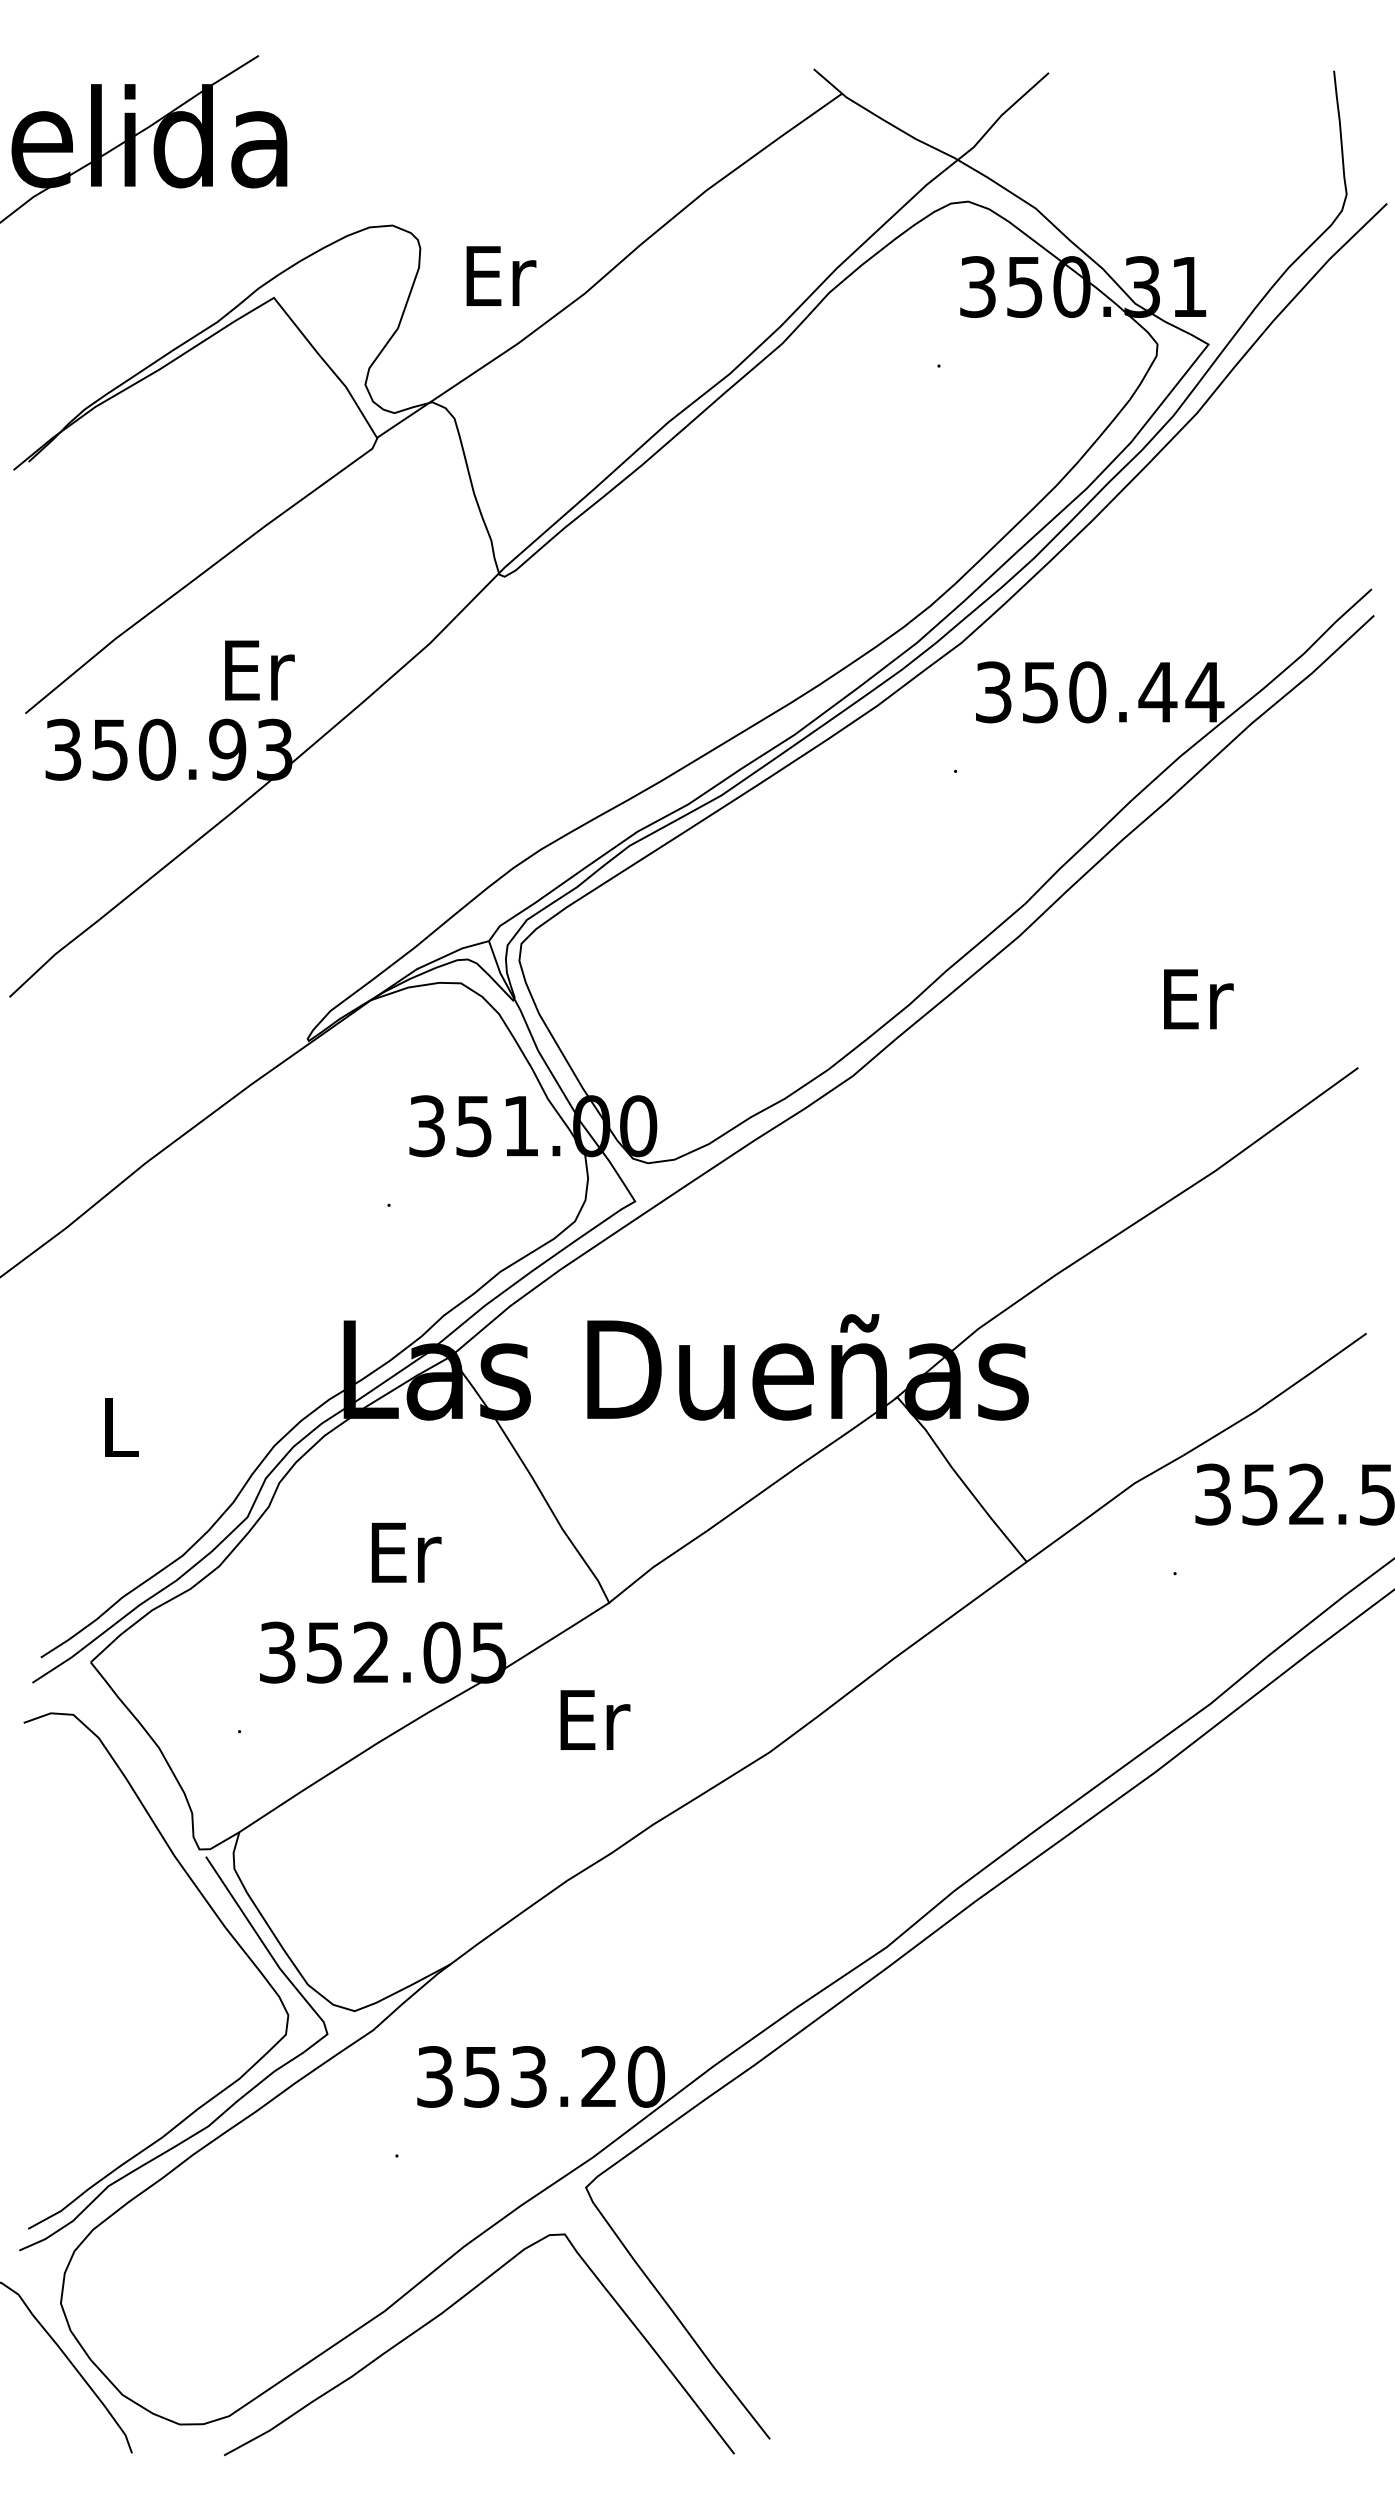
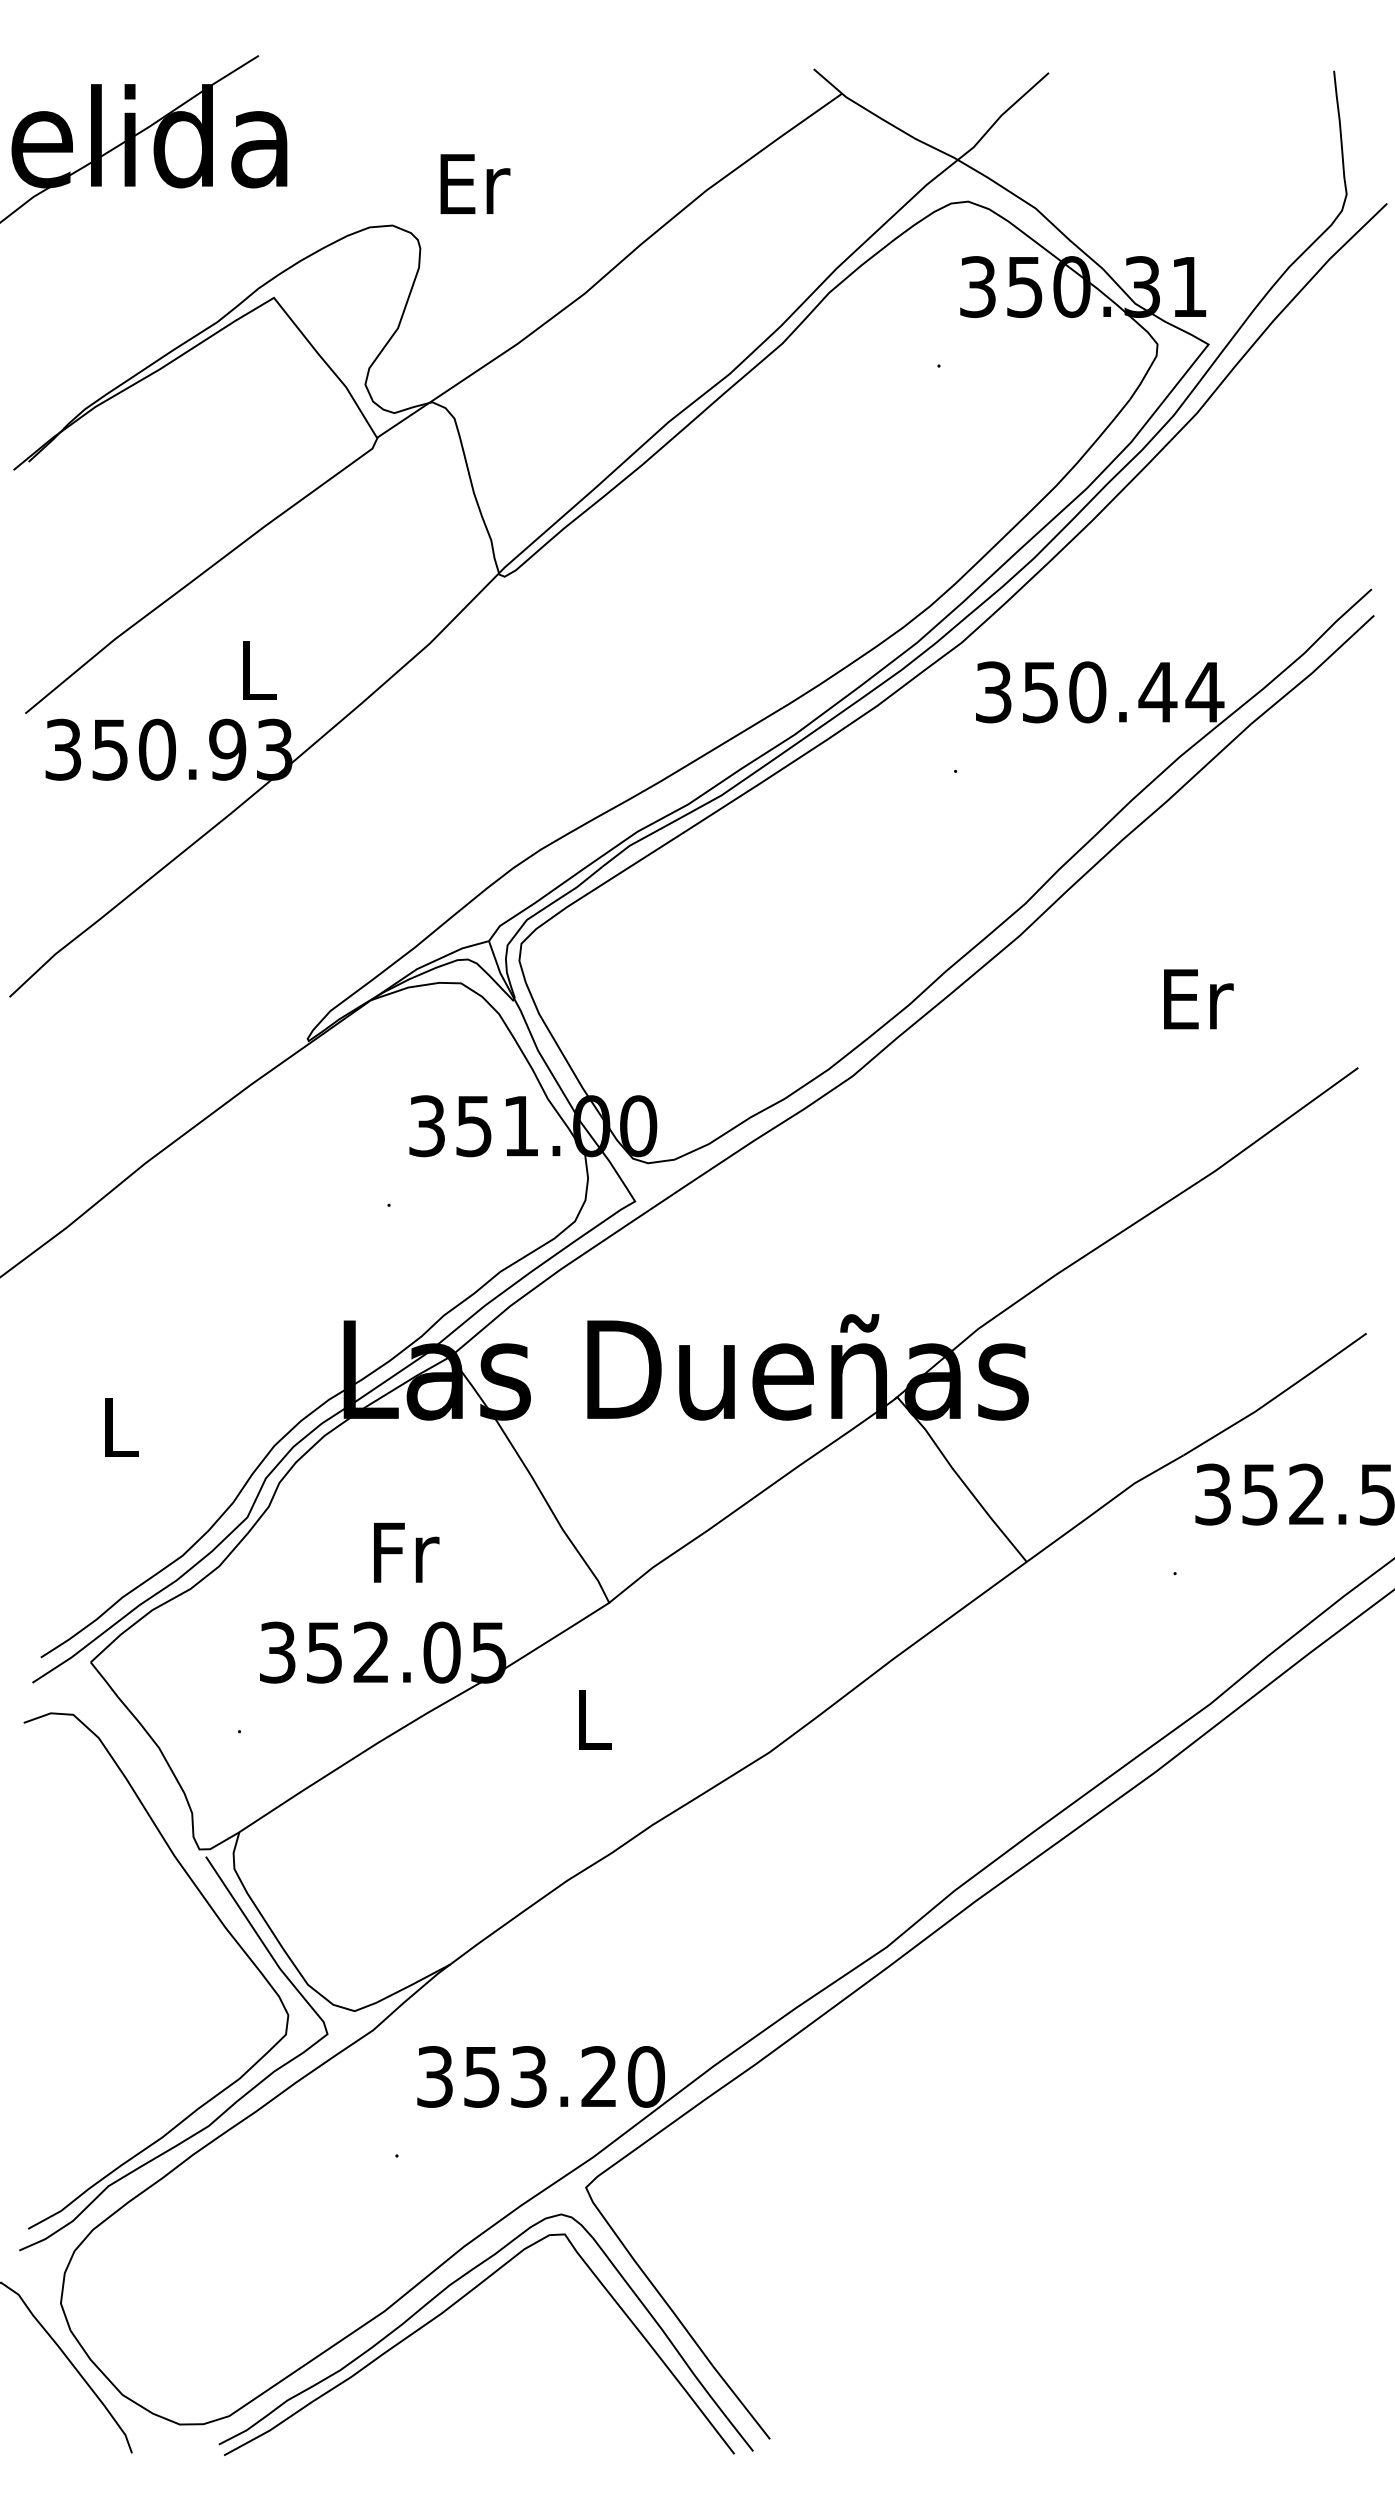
text at (501, 275) position: (501, 275) -> (475, 183)
text at (259, 670): Er -> L
text at (406, 1552): Er -> Fr
text at (595, 1719): Er -> L
curve at (454, 2283): none -> present
